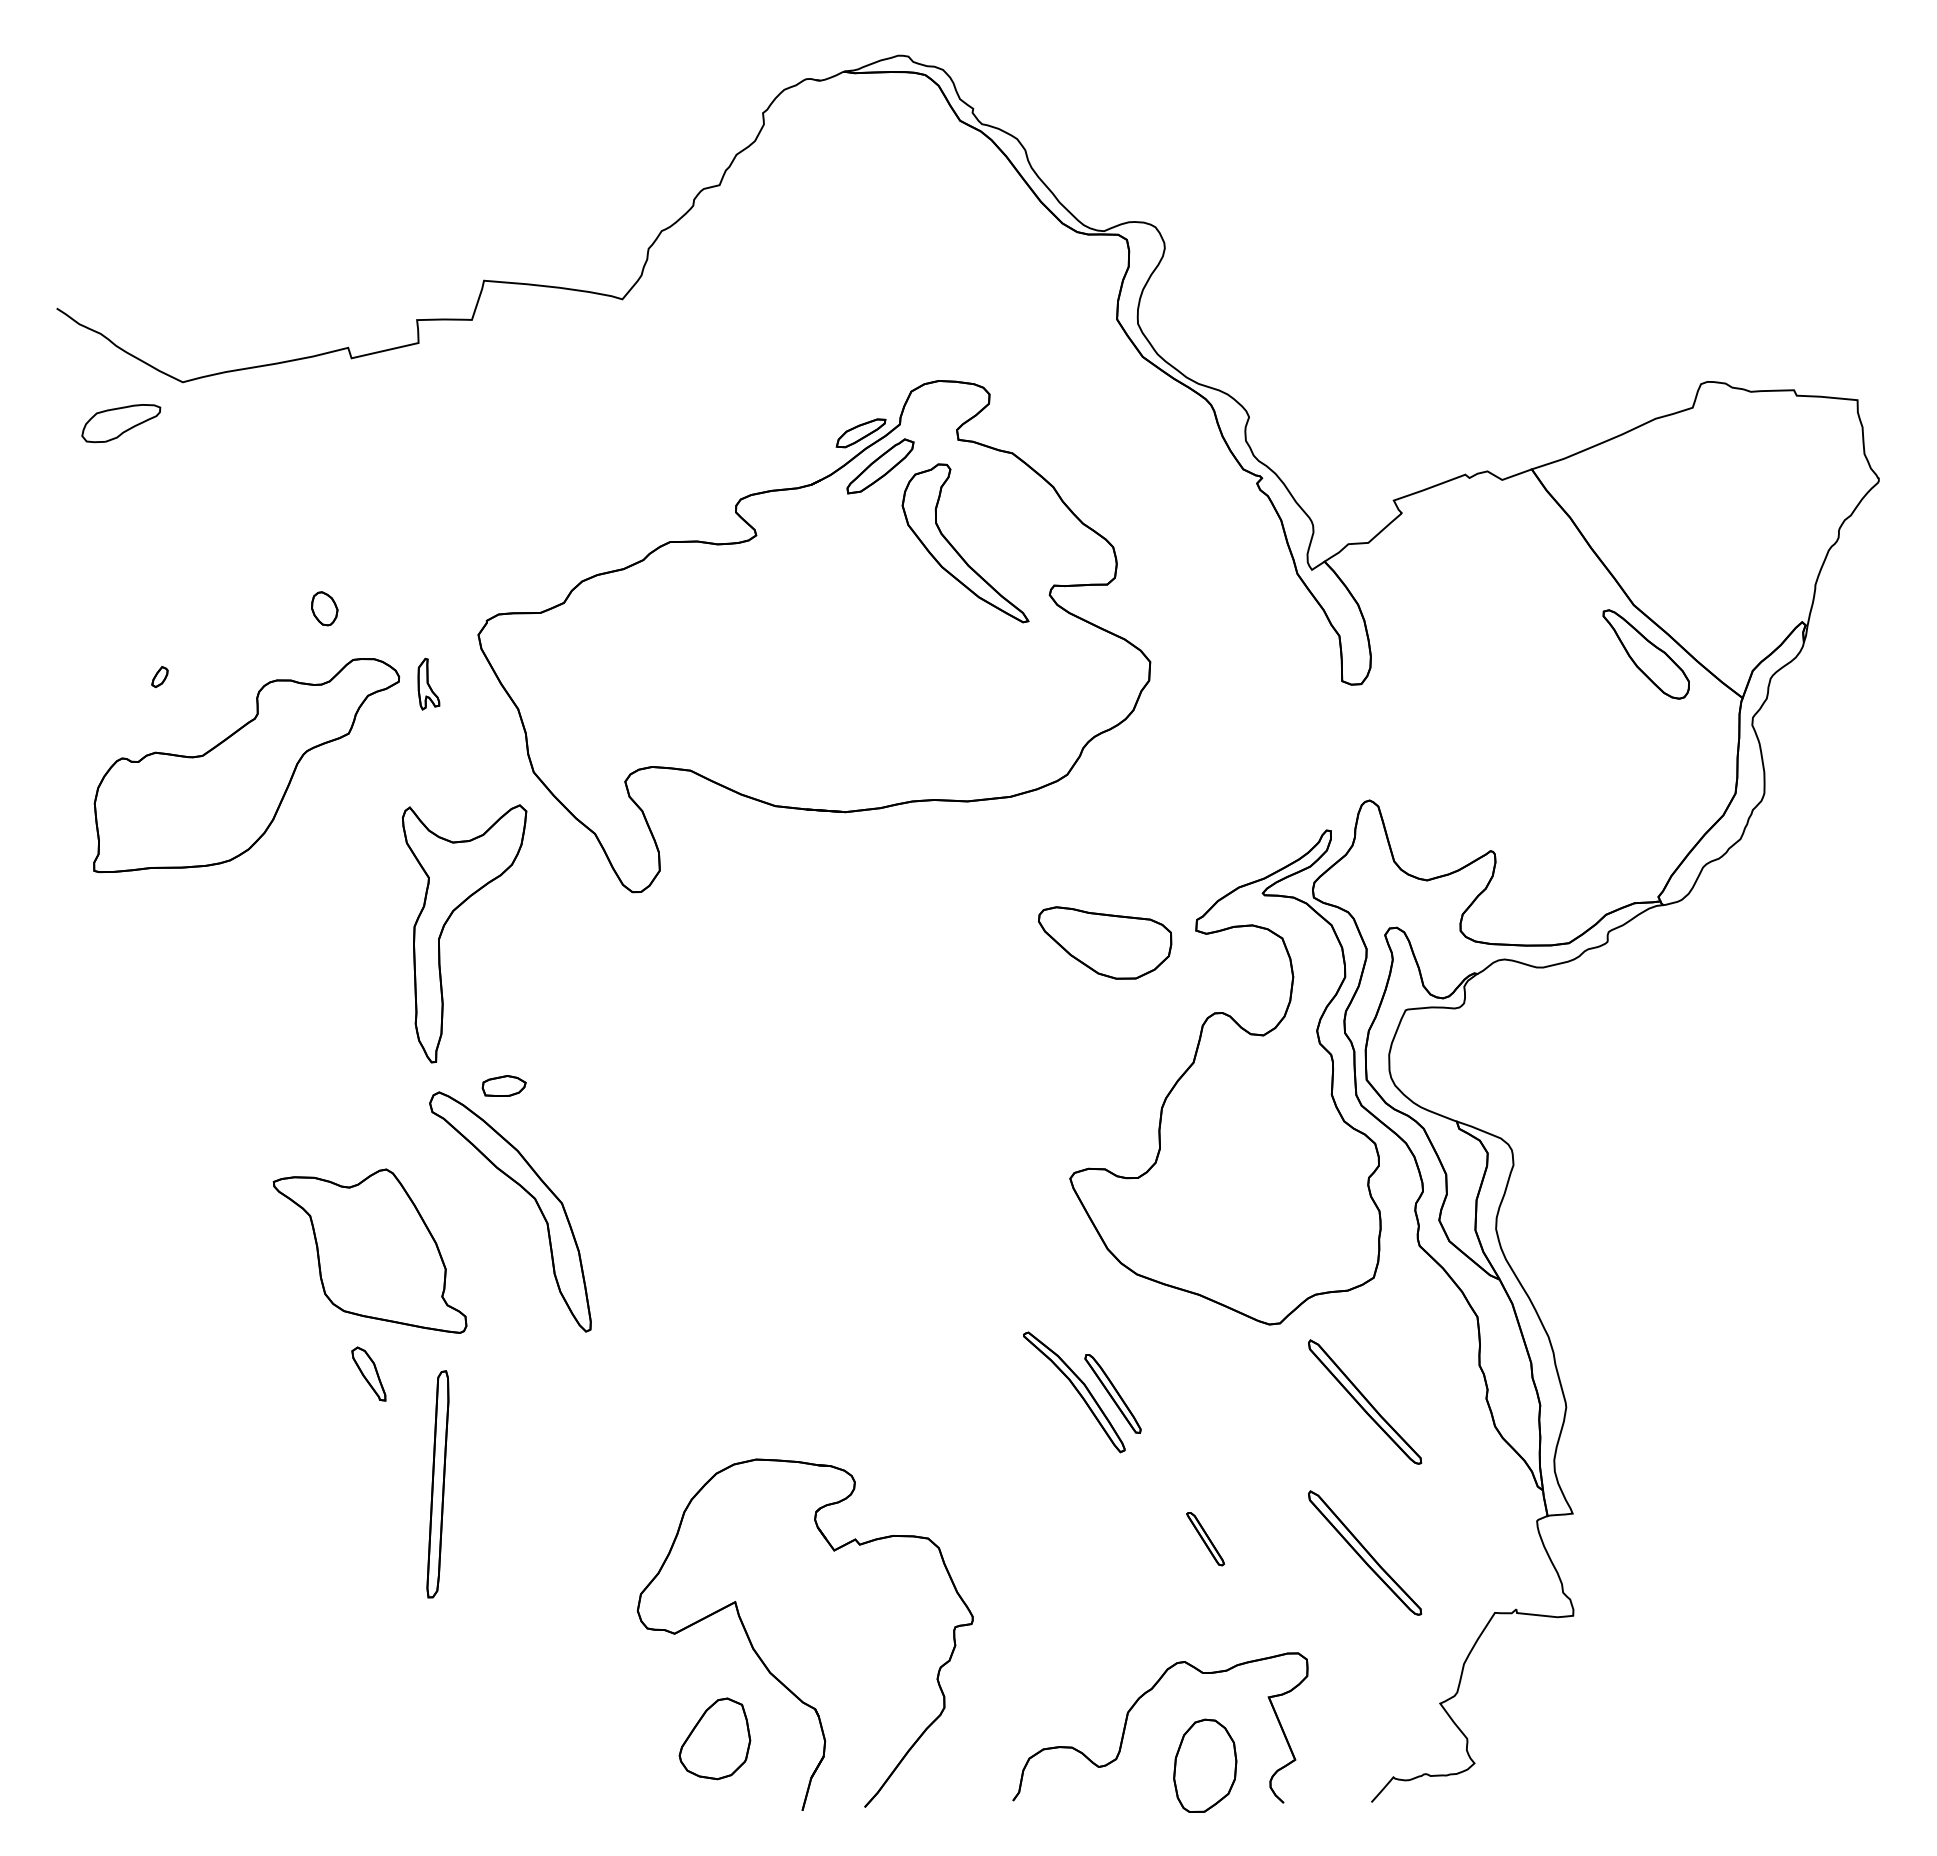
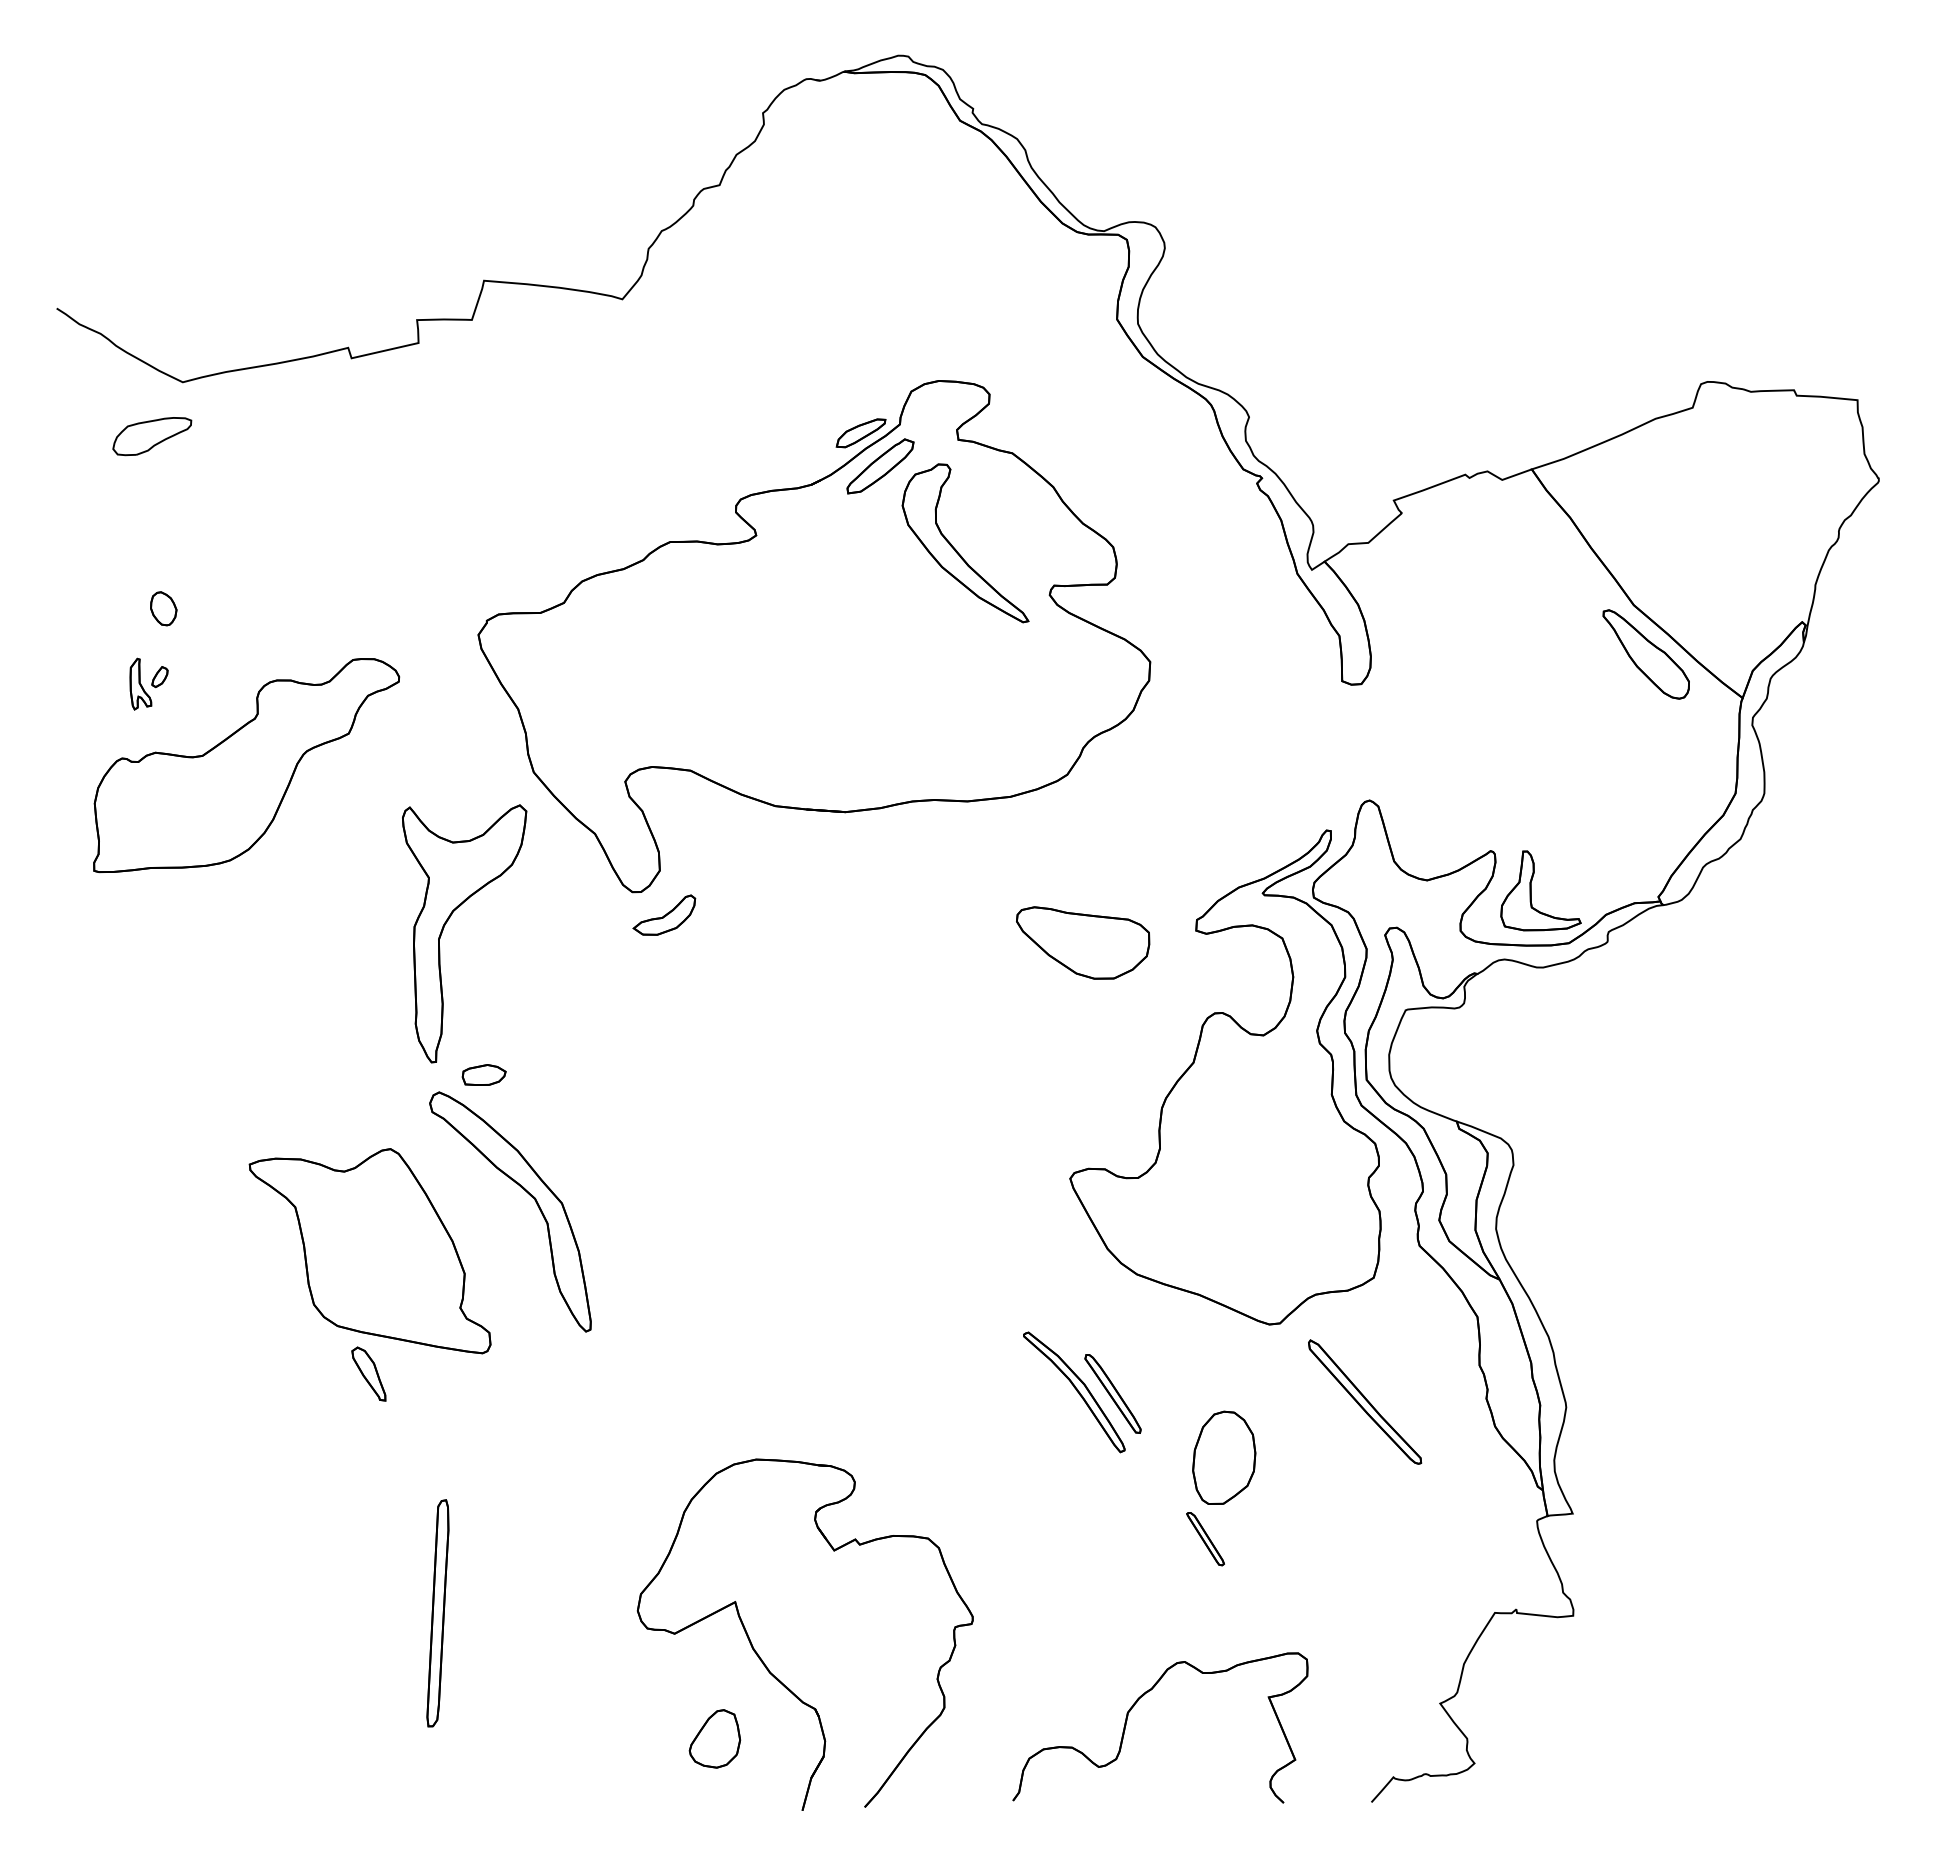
part at (121, 423) position: (121, 423) -> (152, 436)
part at (324, 608) position: (324, 608) -> (163, 608)
part at (428, 683) position: (428, 683) -> (140, 683)
part at (1531, 890): none -> present
part at (664, 914): none -> present
part at (1105, 942) position: (1105, 942) -> (1083, 942)
part at (503, 1085) position: (503, 1085) -> (483, 1074)
part at (369, 1250) size: 196x166 px -> 244x207 px
part at (437, 1484) position: (437, 1484) -> (437, 1613)
part at (1365, 1552): present -> none
part at (714, 1738) size: 74x84 px -> 54x60 px
part at (1205, 1765) position: (1205, 1765) -> (1224, 1457)
